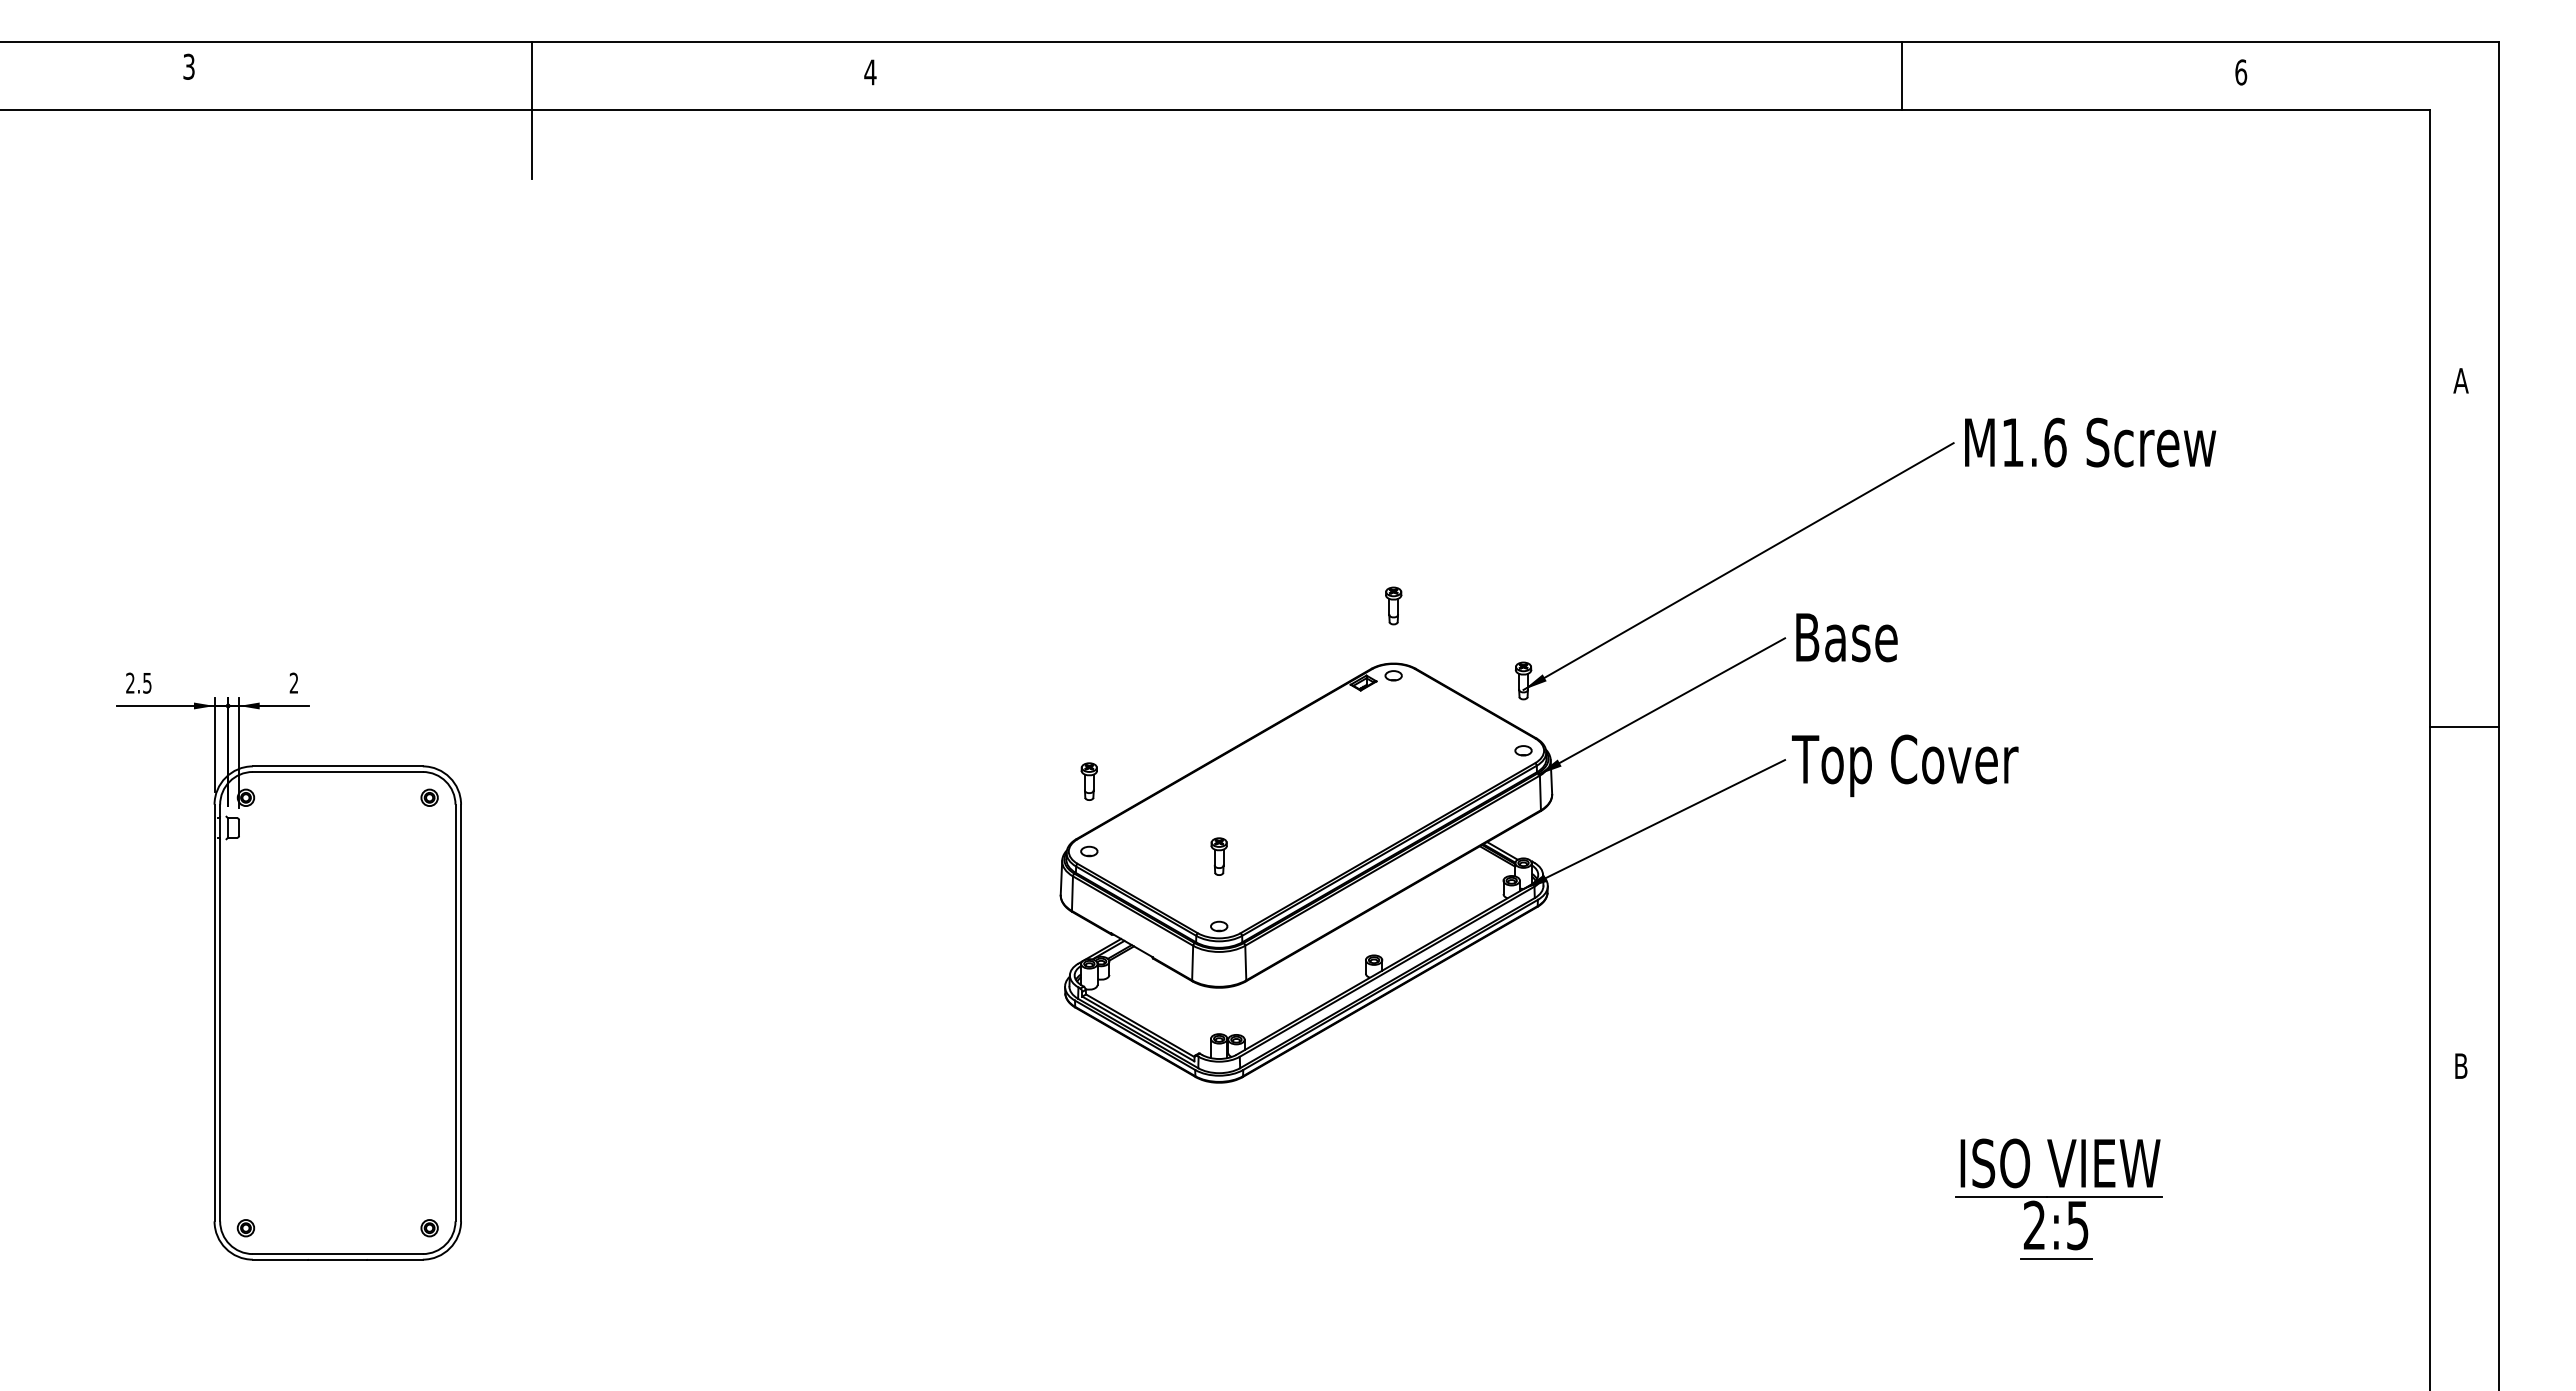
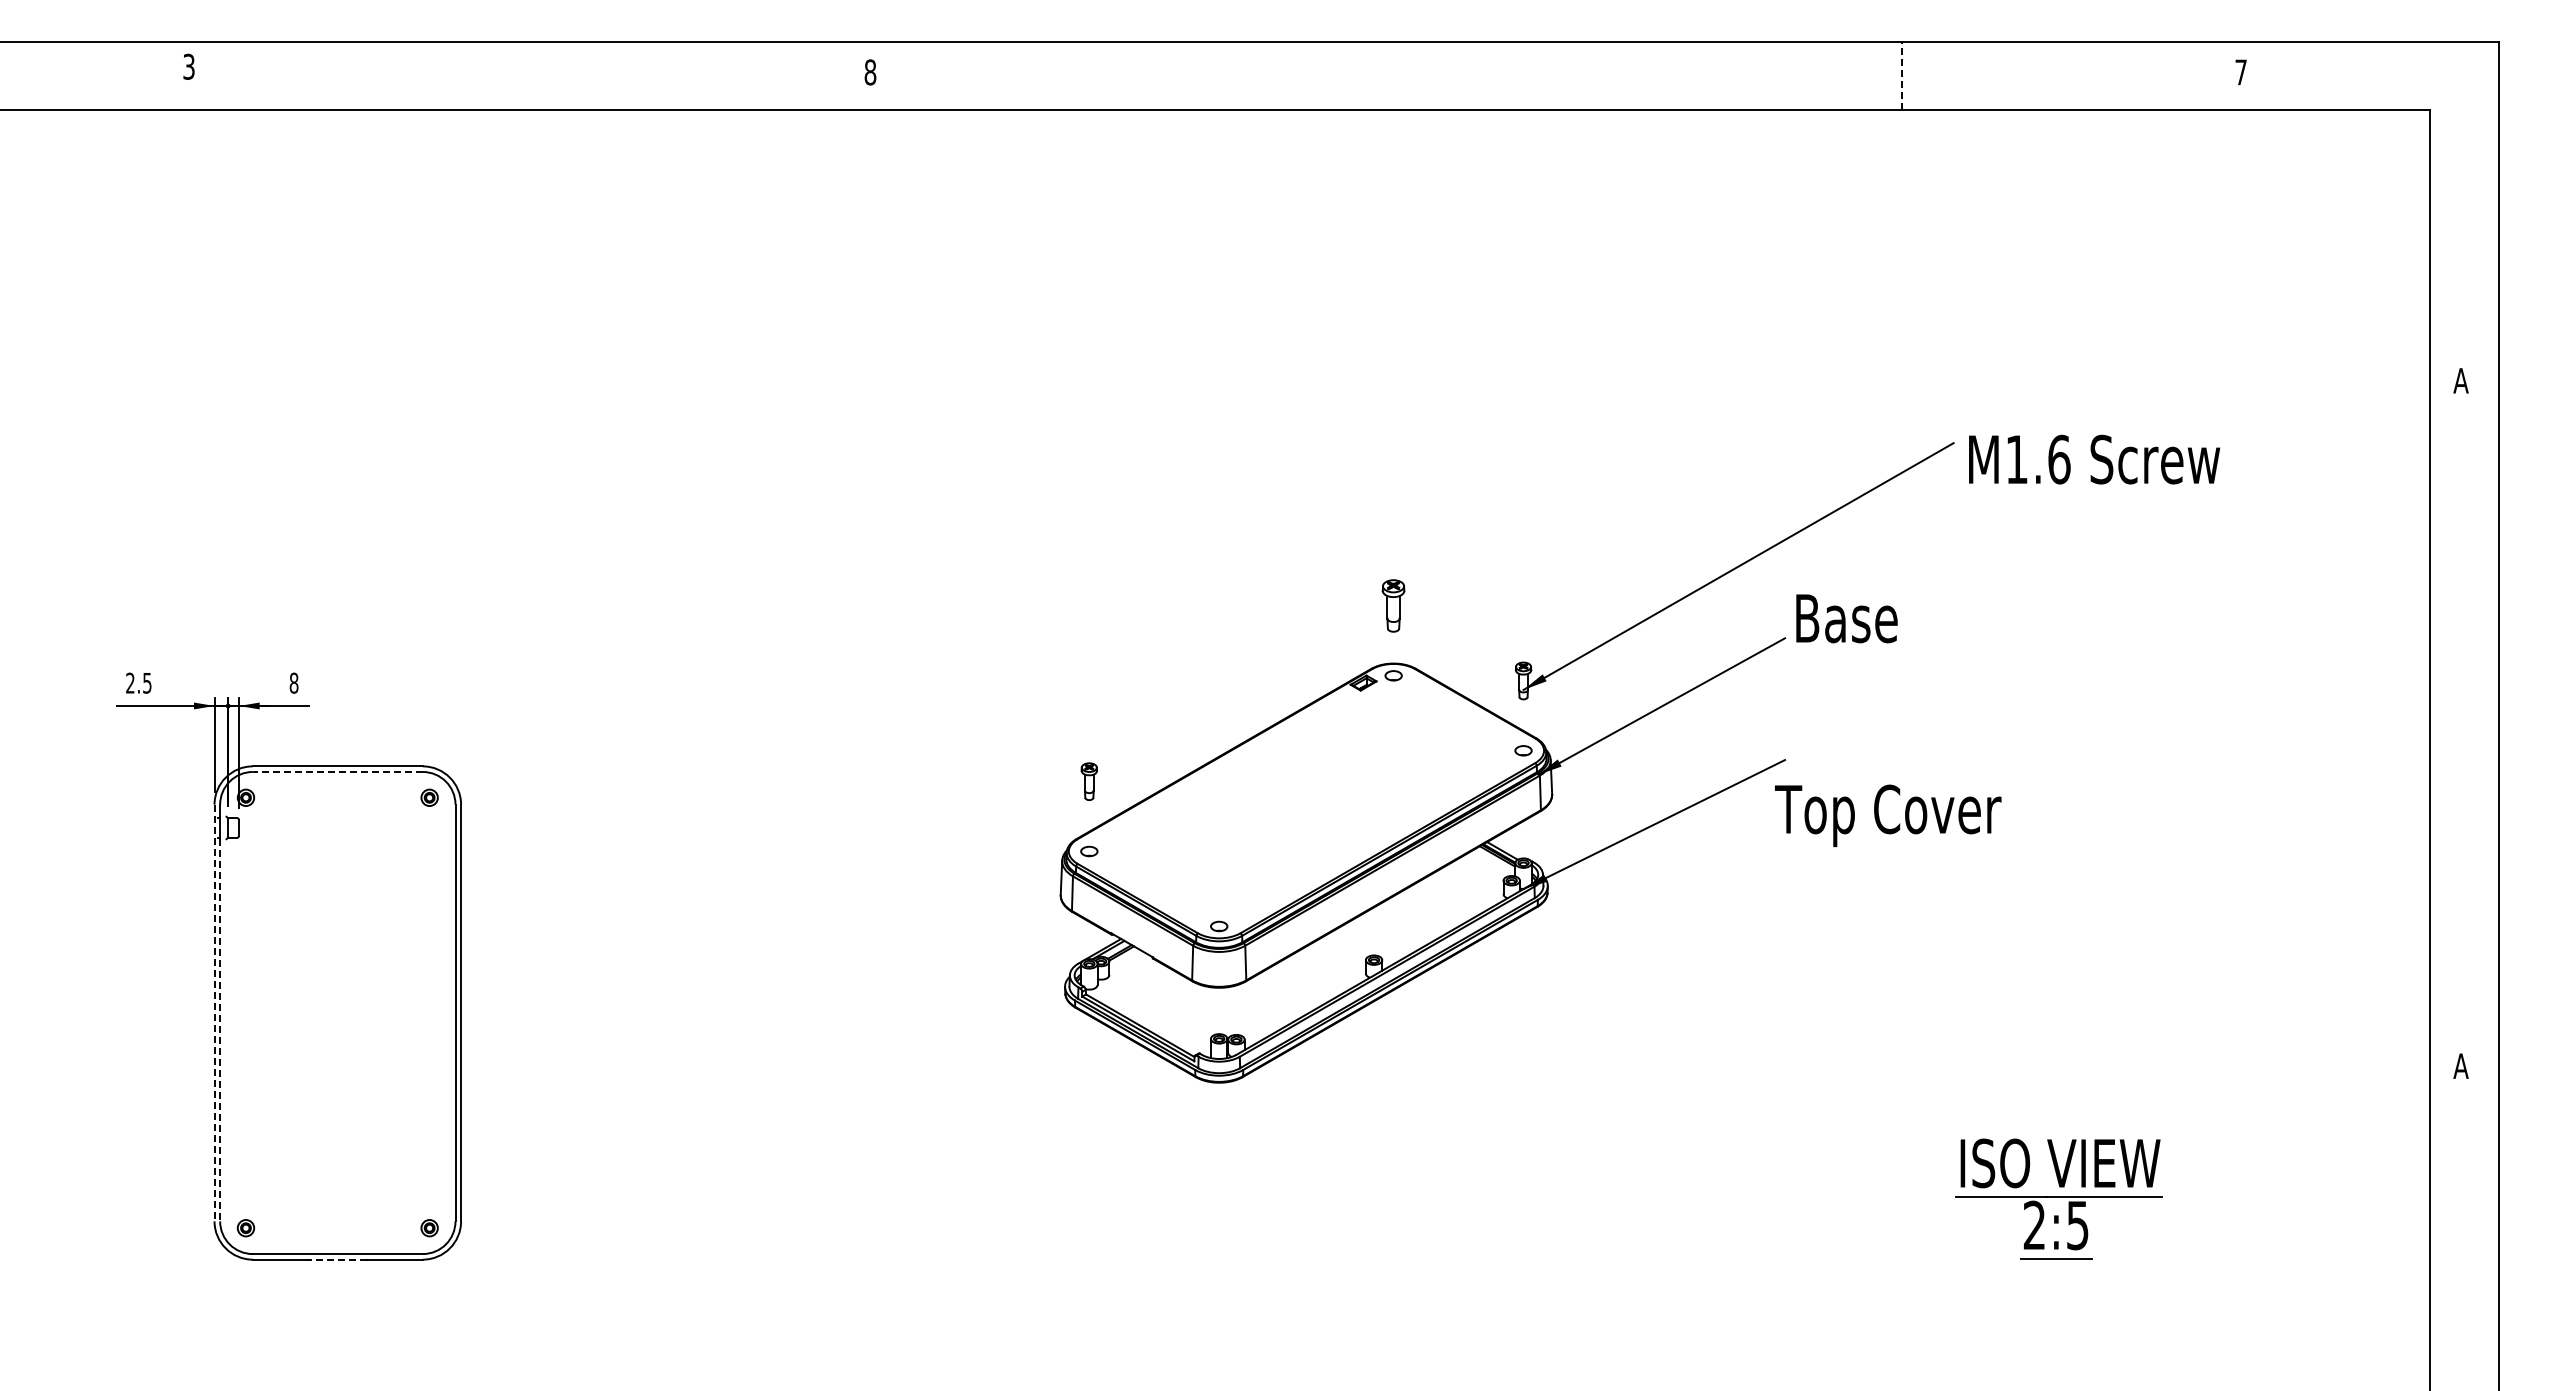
text at (870, 72): 4 -> 8
text at (2241, 72): 6 -> 7
line at (1902, 75): solid -> dashed
line at (531, 109): present -> none
text at (2090, 442) position: (2090, 442) -> (2094, 459)
part at (1393, 605) size: 18x40 px -> 25x54 px
text at (1846, 637) position: (1846, 637) -> (1846, 618)
text at (293, 682): 2 -> 8
line at (2464, 726): present -> none
text at (1905, 765) position: (1905, 765) -> (1888, 815)
line at (337, 771): solid -> dashed
part at (1218, 856): present -> none
line at (214, 1013): solid -> dashed
line at (220, 1030): solid -> dashed
text at (2460, 1065): B -> A
line at (337, 1259): solid -> dashed
